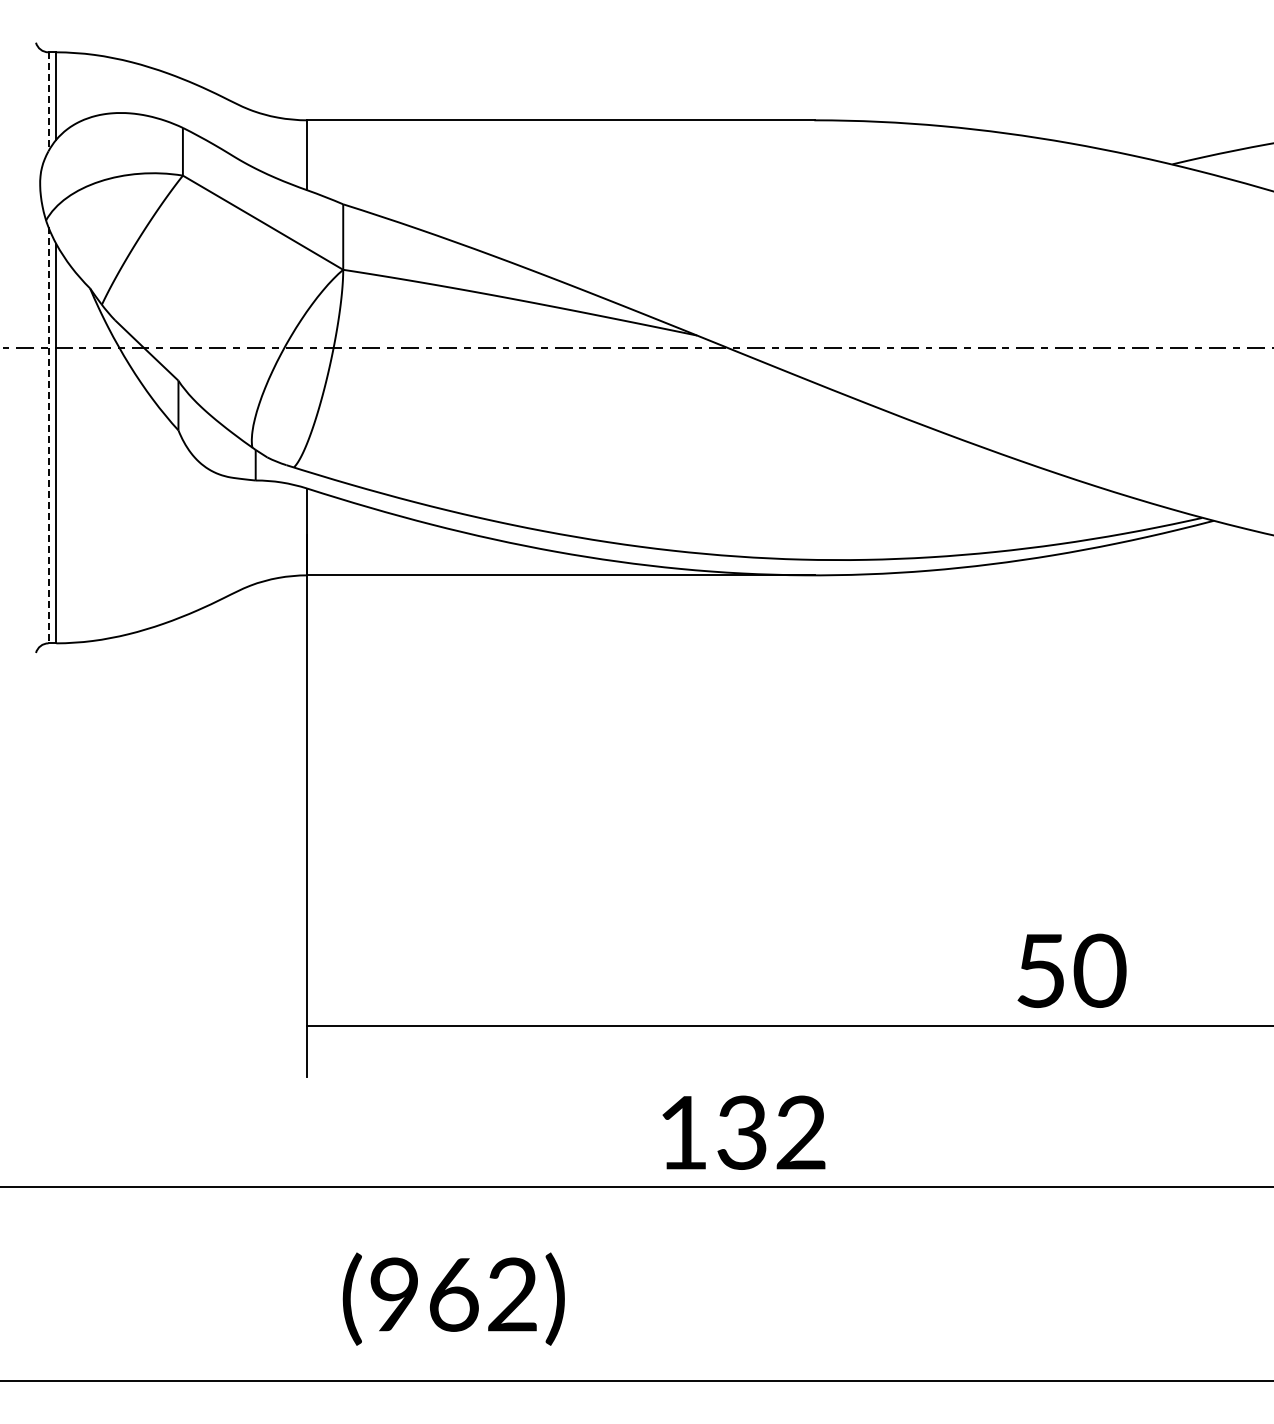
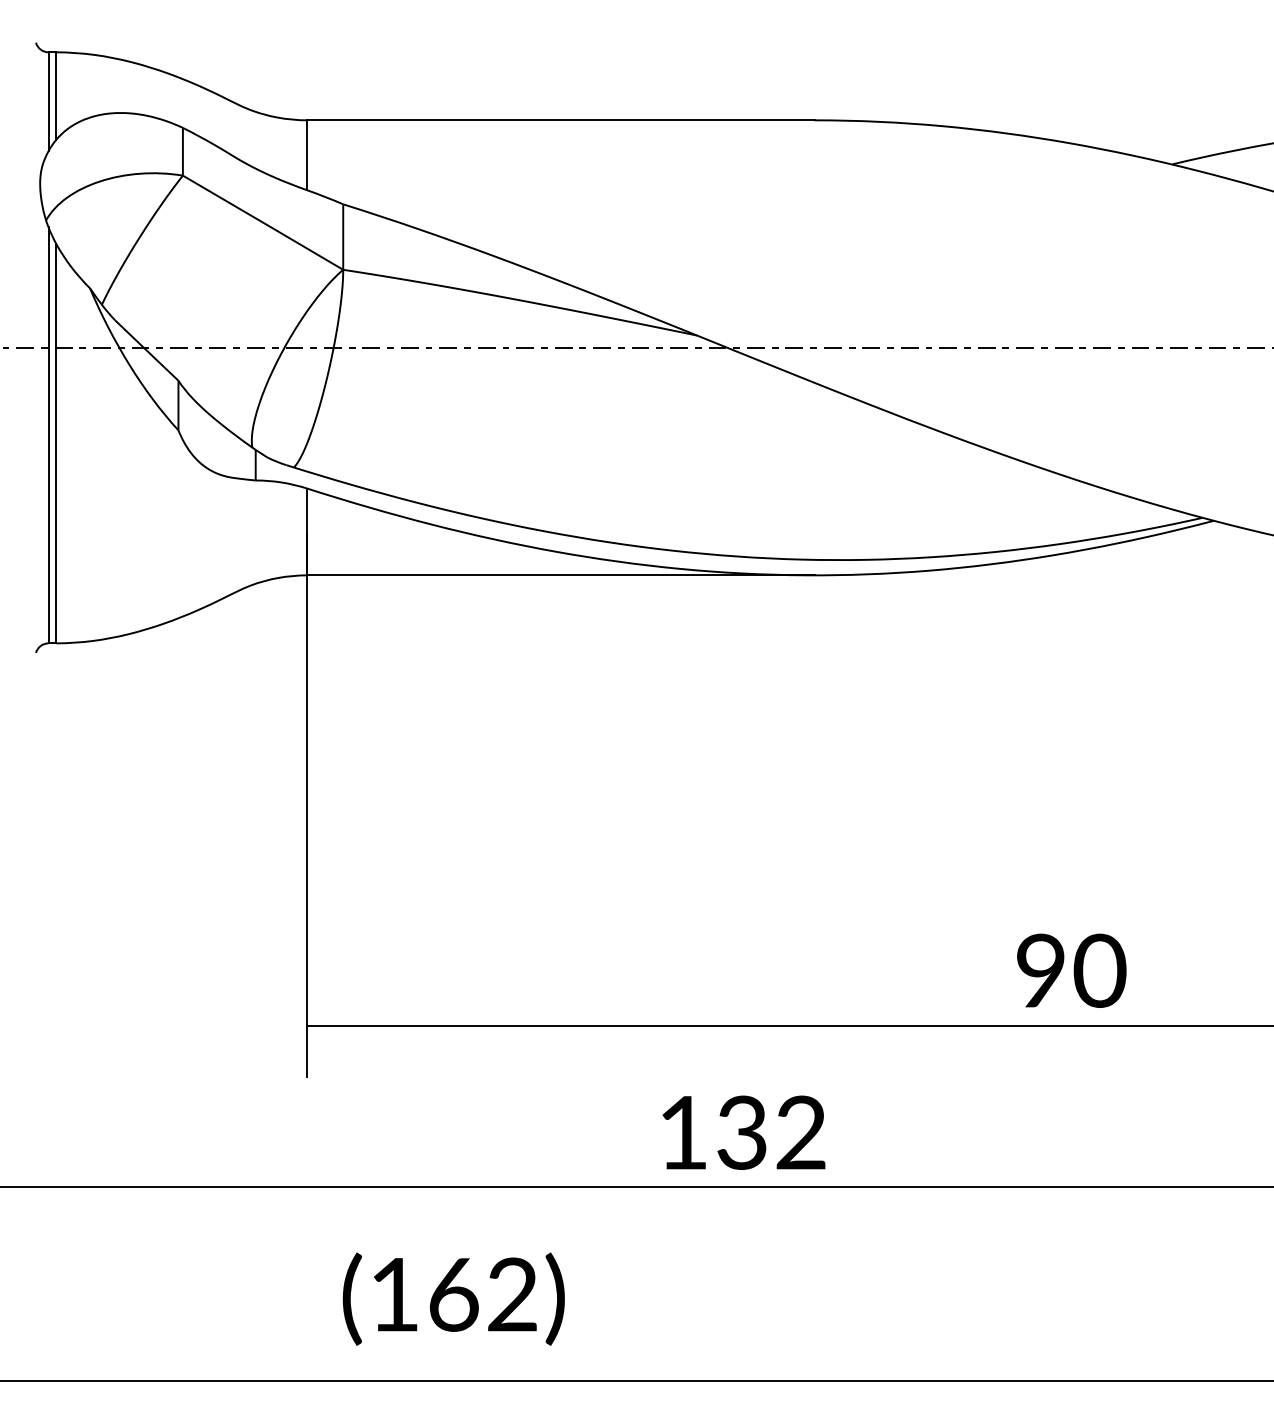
line at (48, 102): dashed -> solid
line at (48, 435): dashed -> solid
text at (1040, 970): 50 -> 90
text at (393, 1294): (962) -> (162)
